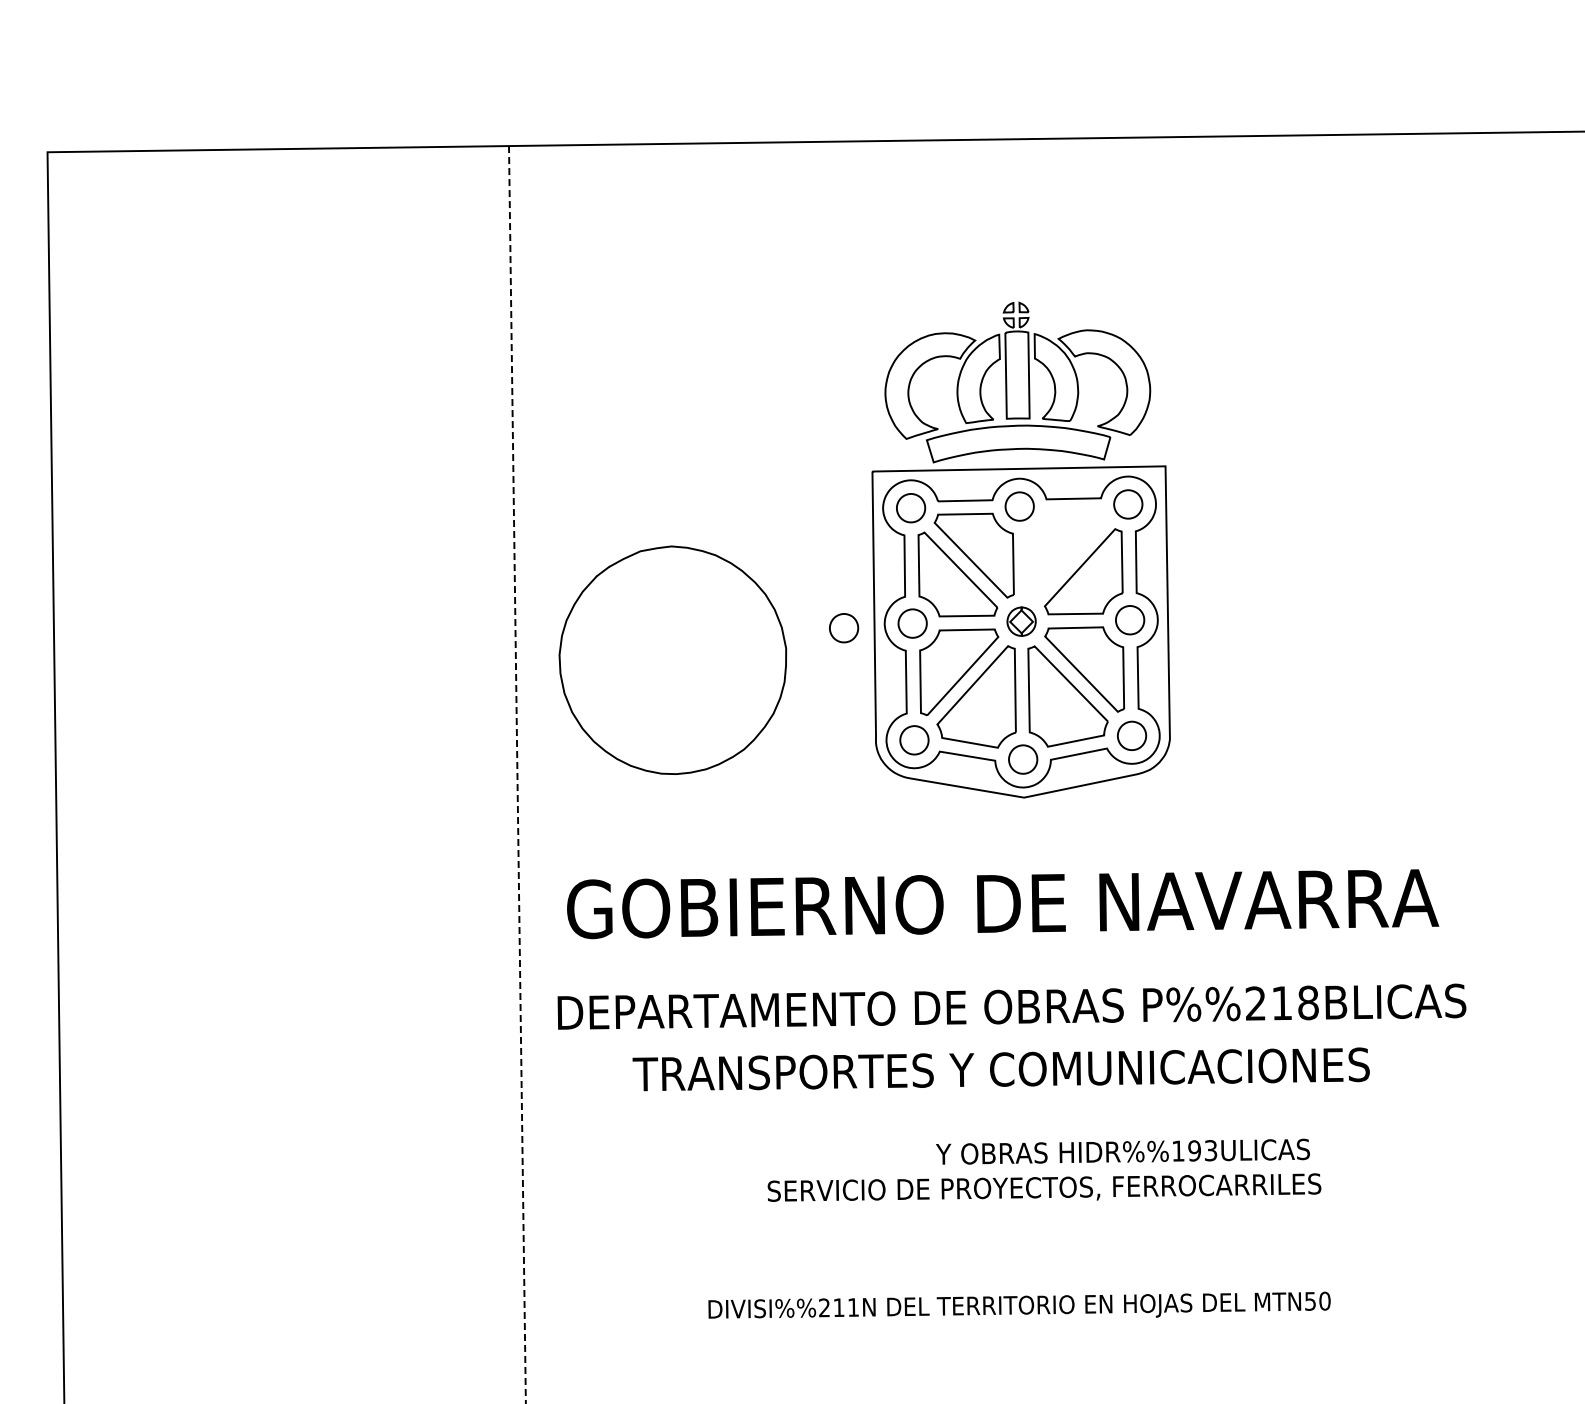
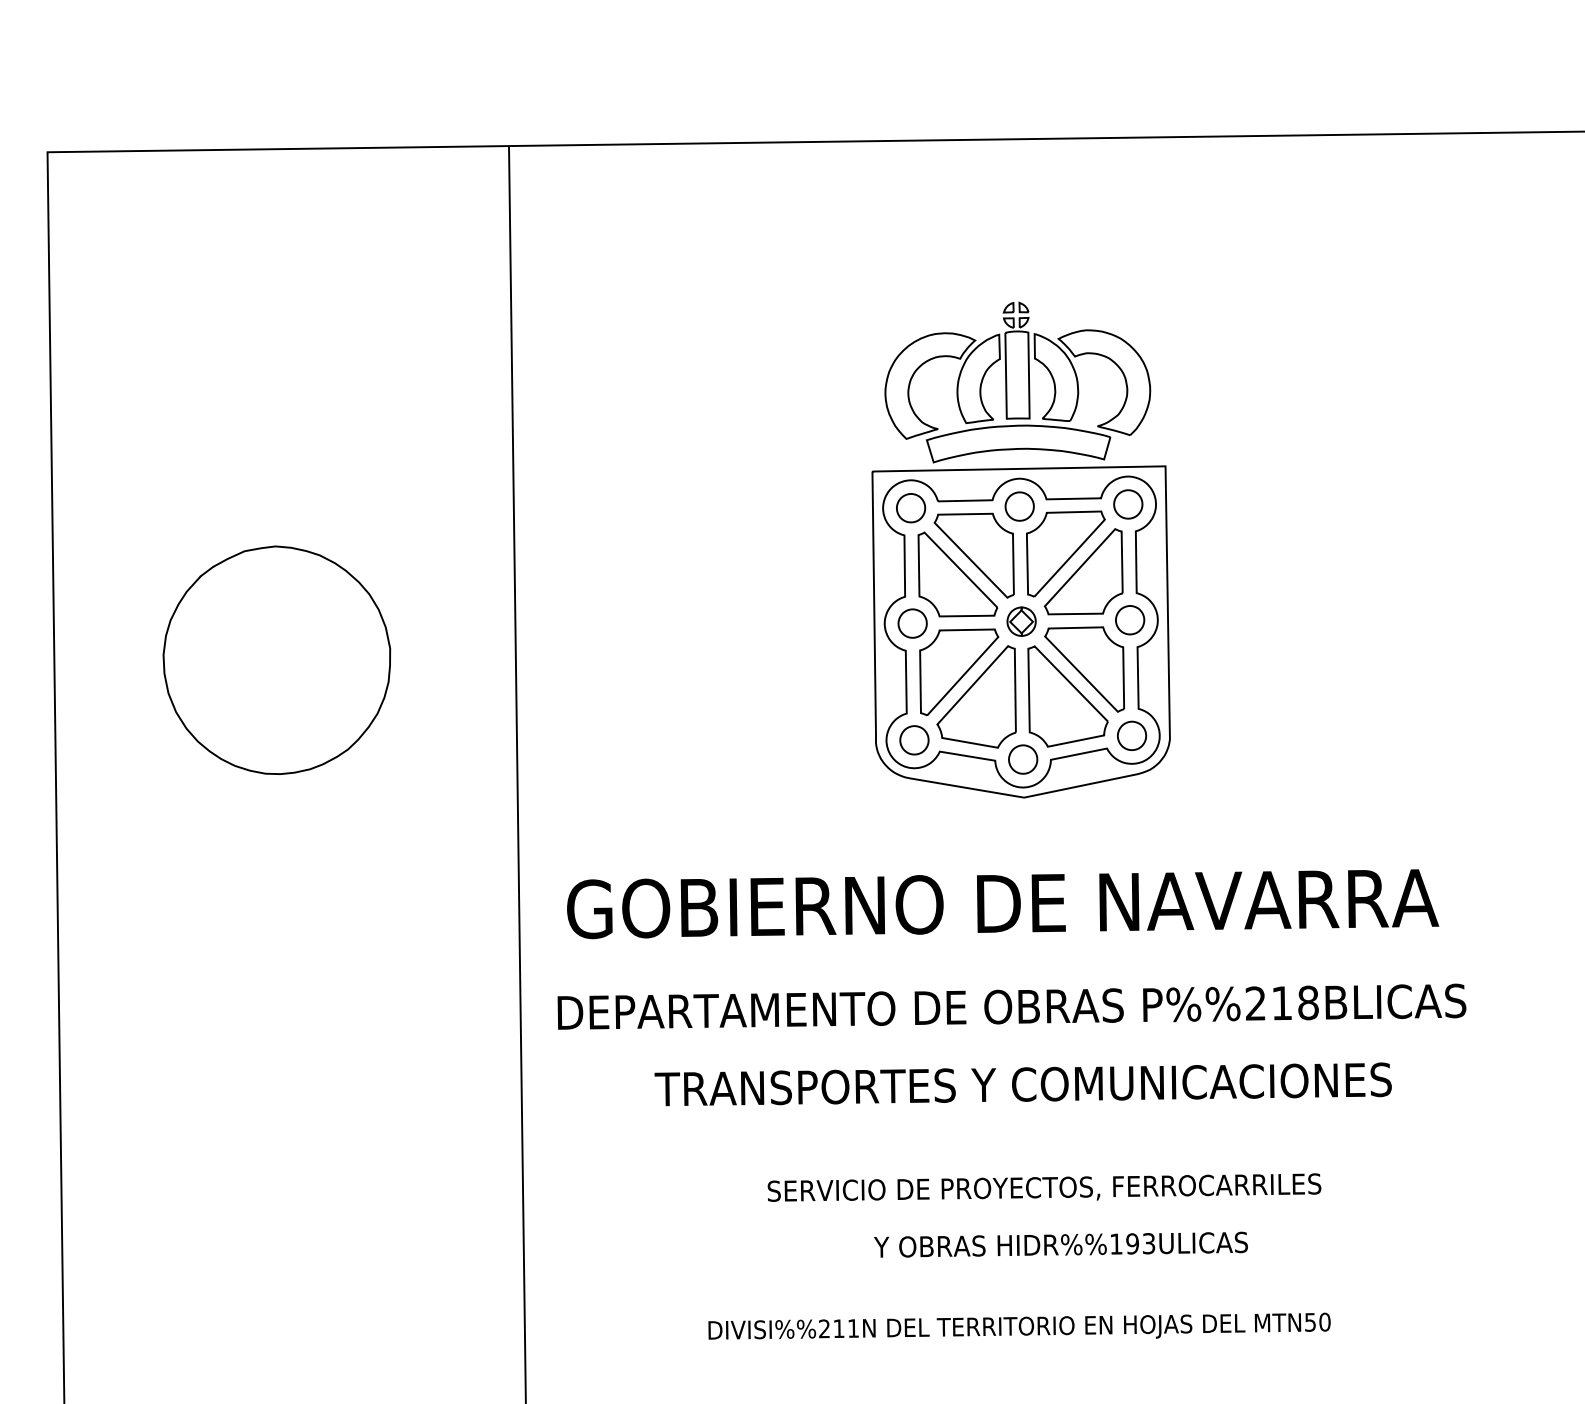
part at (1065, 553): none -> present
part at (844, 628): present -> none
part at (672, 659) position: (672, 659) -> (276, 659)
line at (517, 775): dashed -> solid
text at (1000, 1069) position: (1000, 1069) -> (1022, 1084)
text at (1122, 1151) position: (1122, 1151) -> (1060, 1244)
text at (1019, 1304) position: (1019, 1304) -> (1019, 1325)
